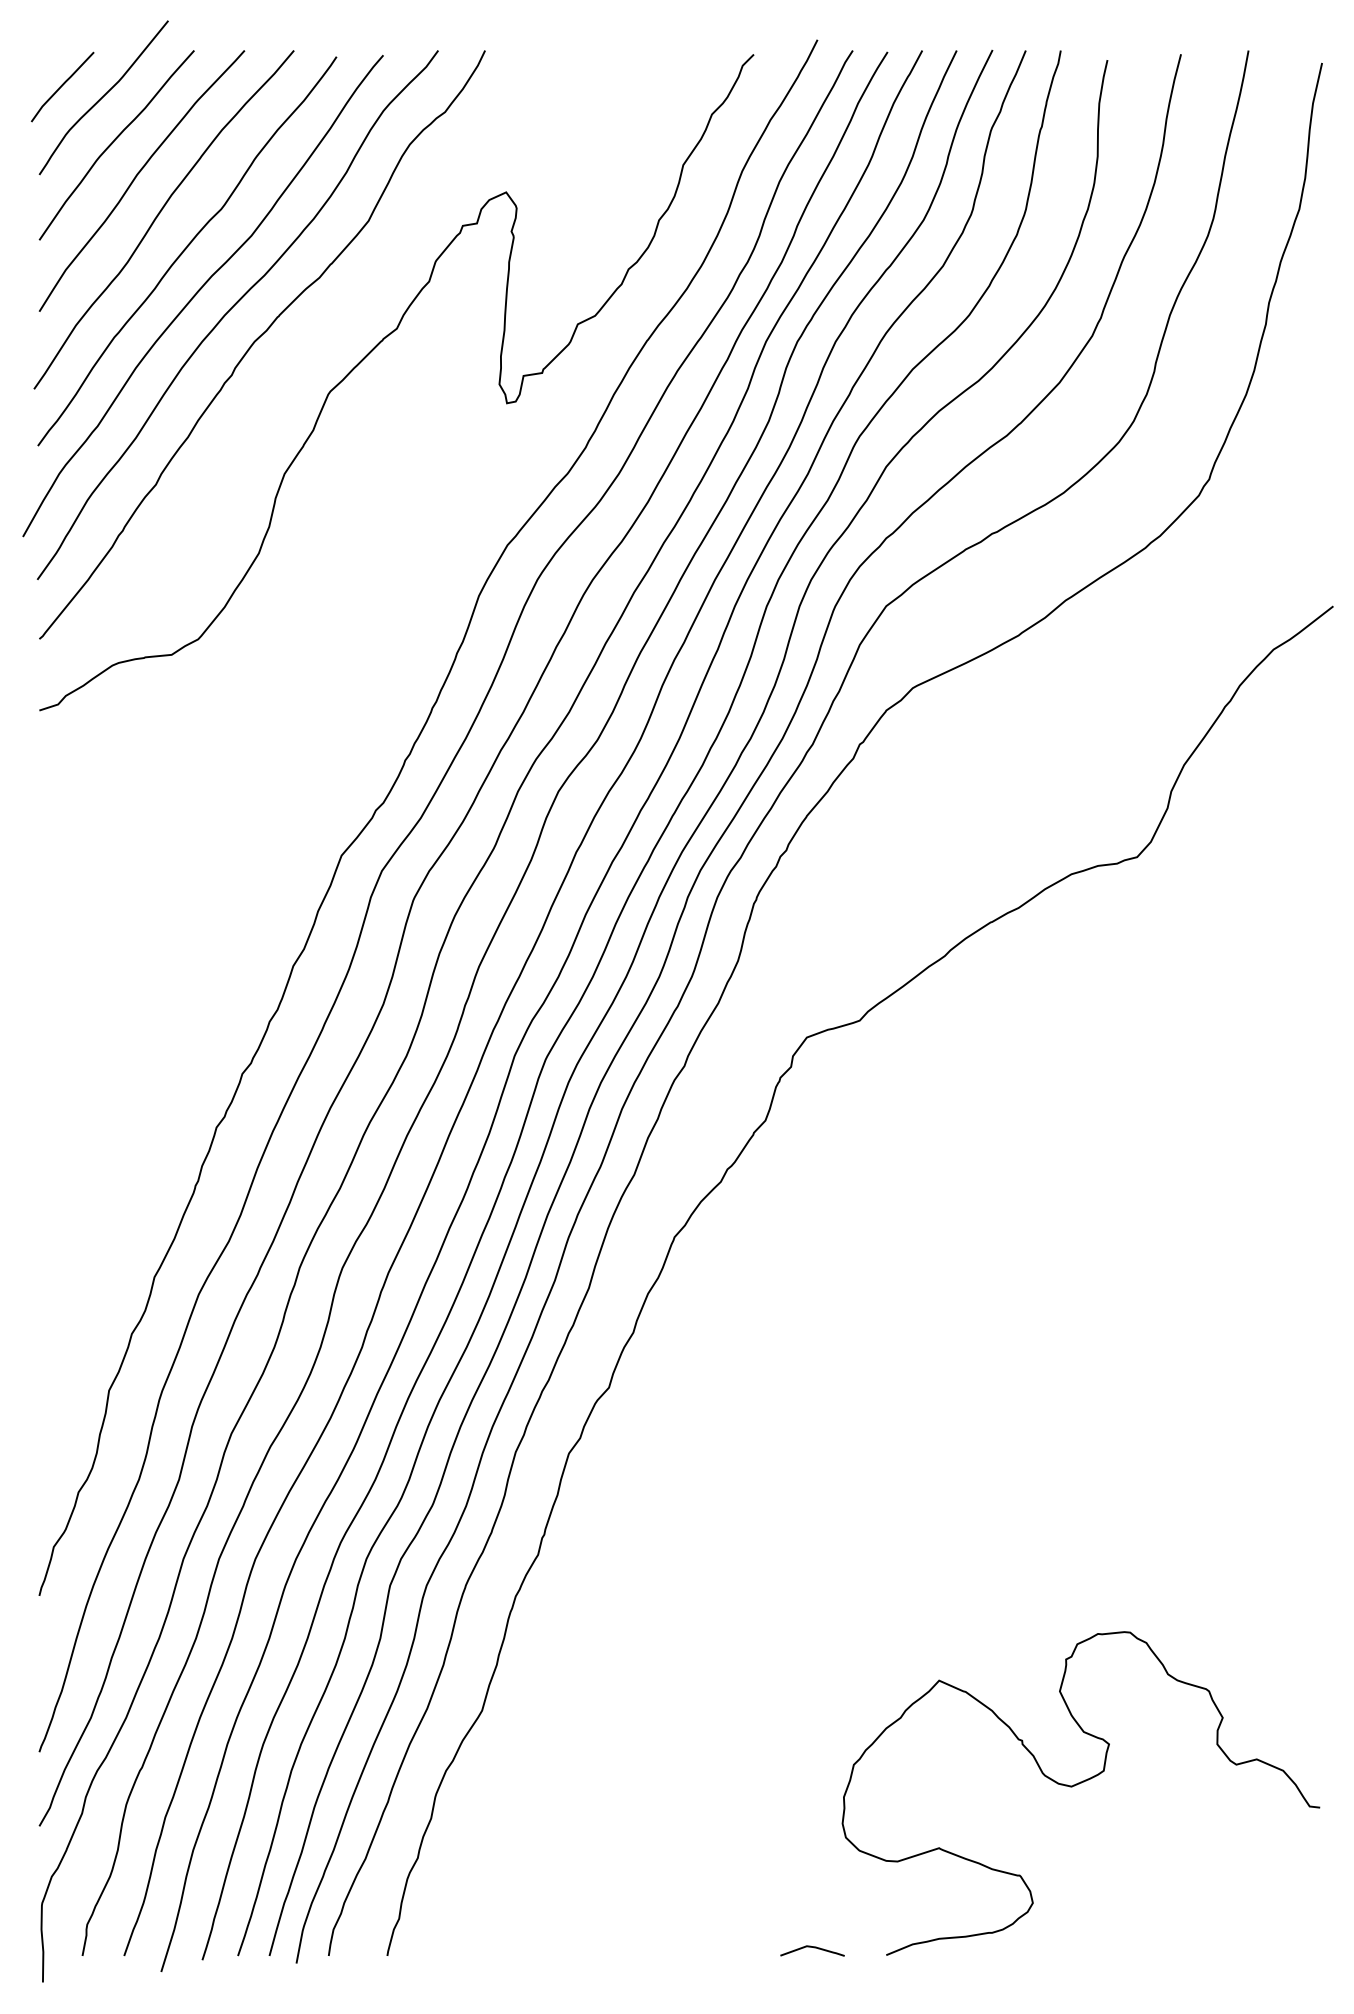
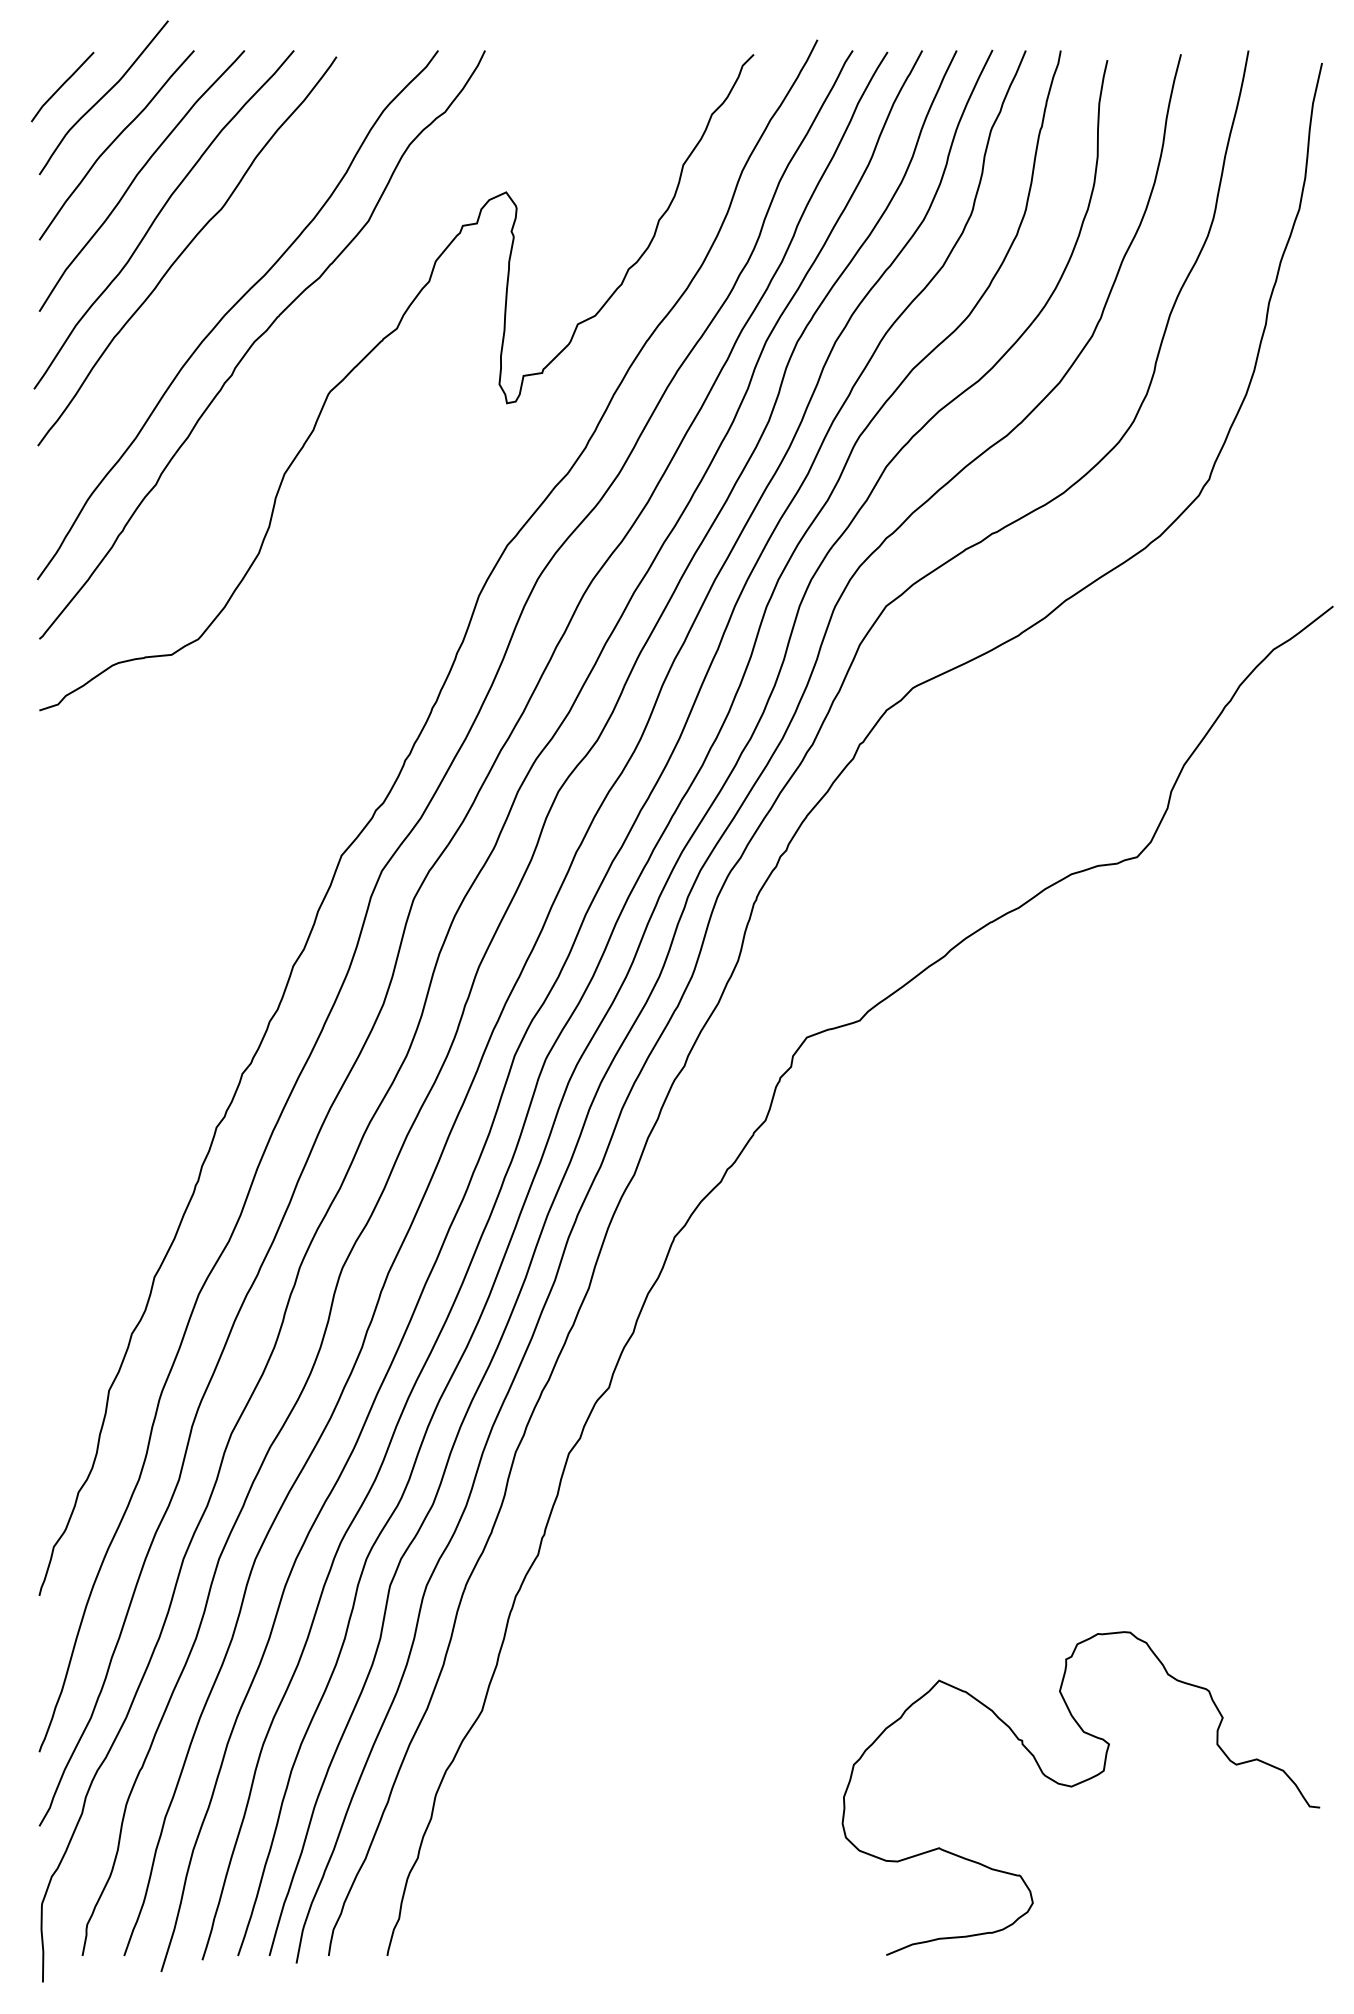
curve at (198, 292): present -> none
curve at (814, 1948): present -> none
